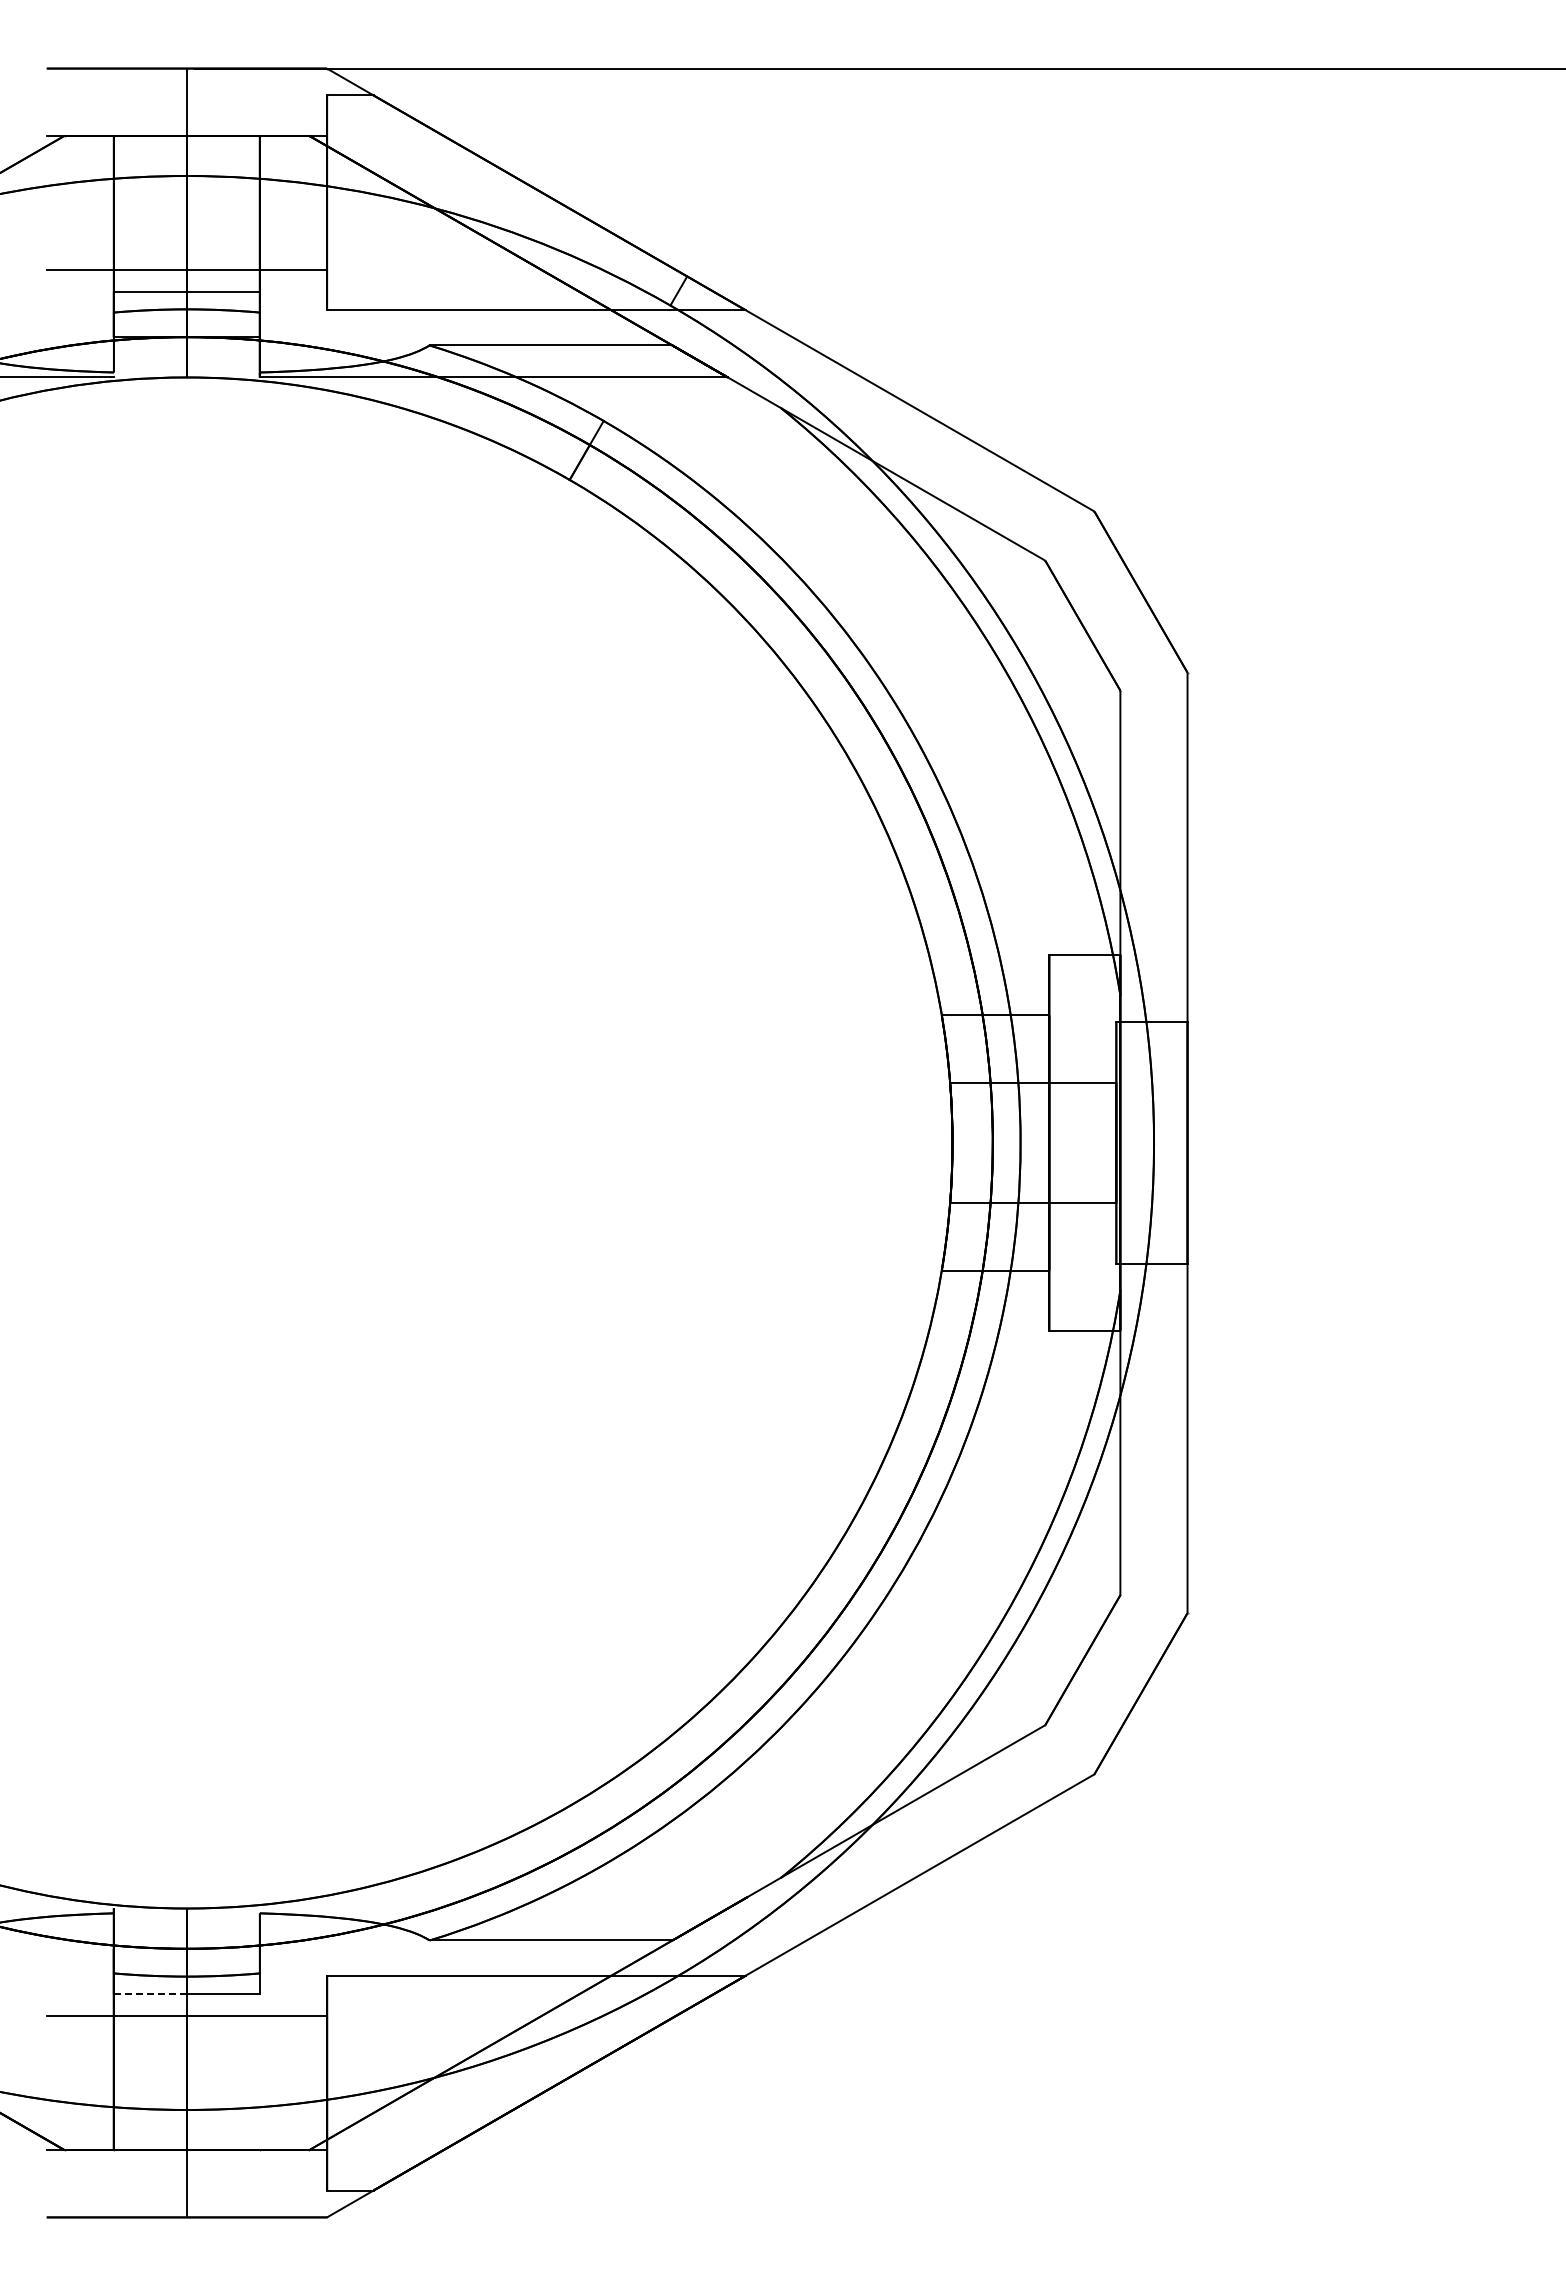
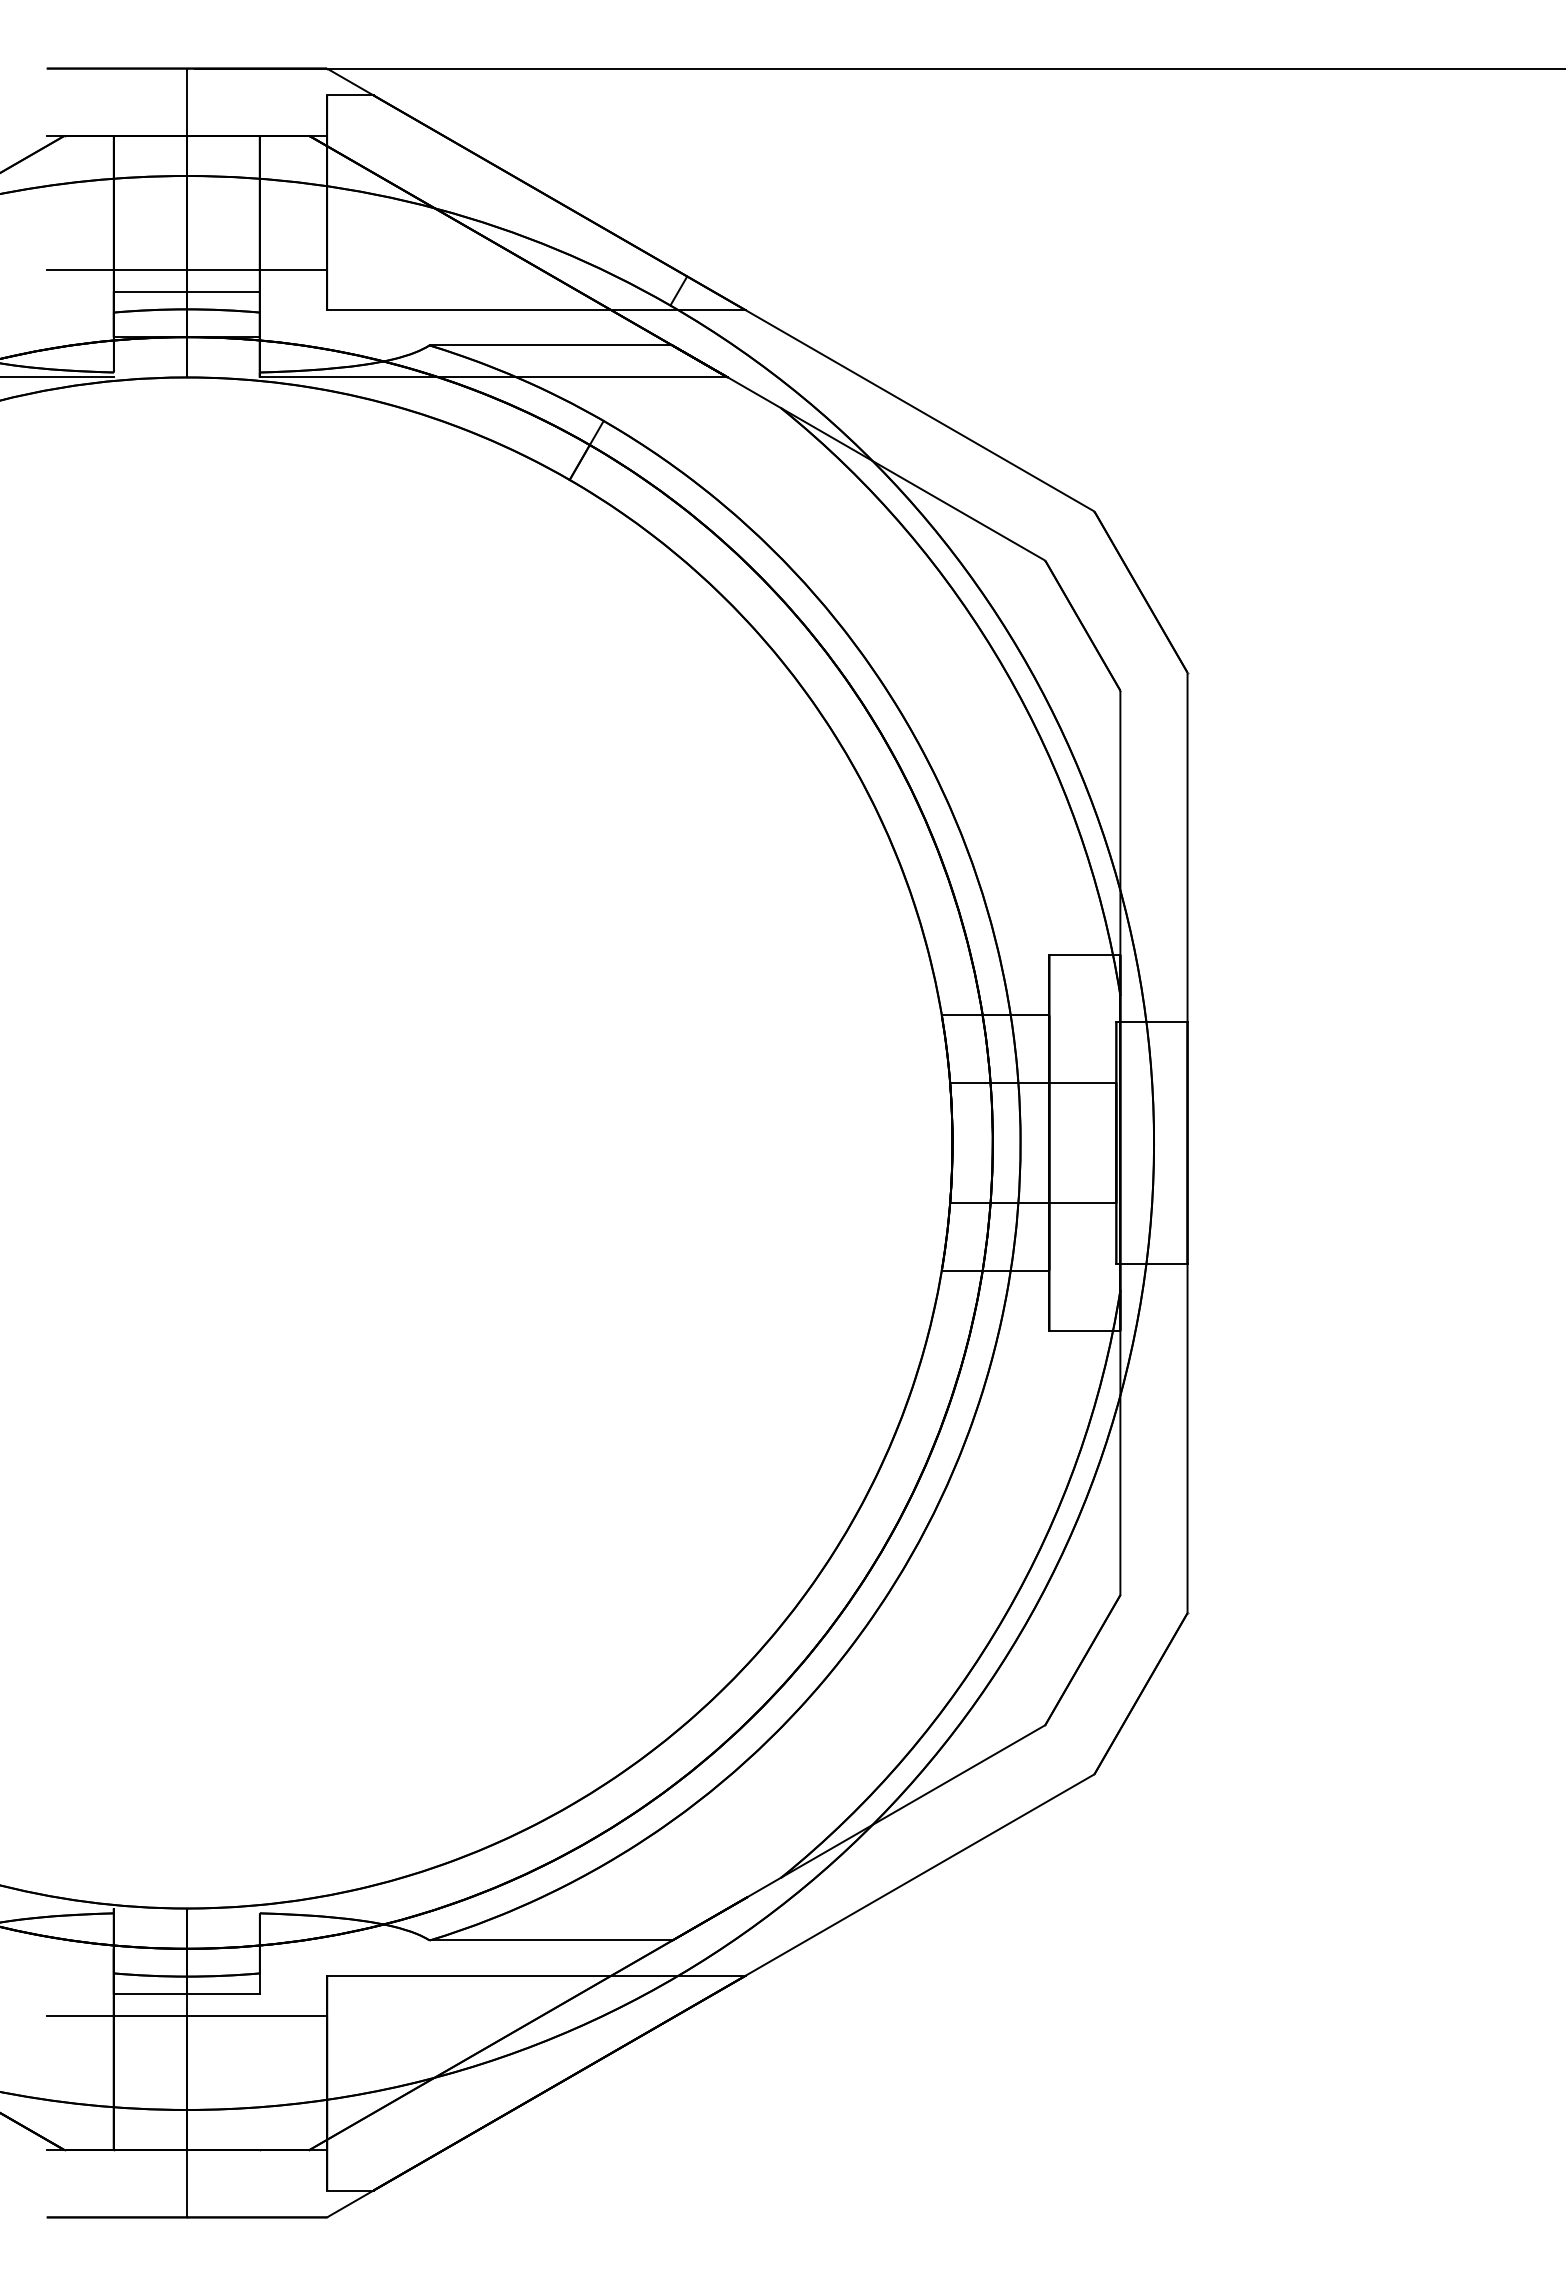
line at (150, 1994): dashed -> solid
